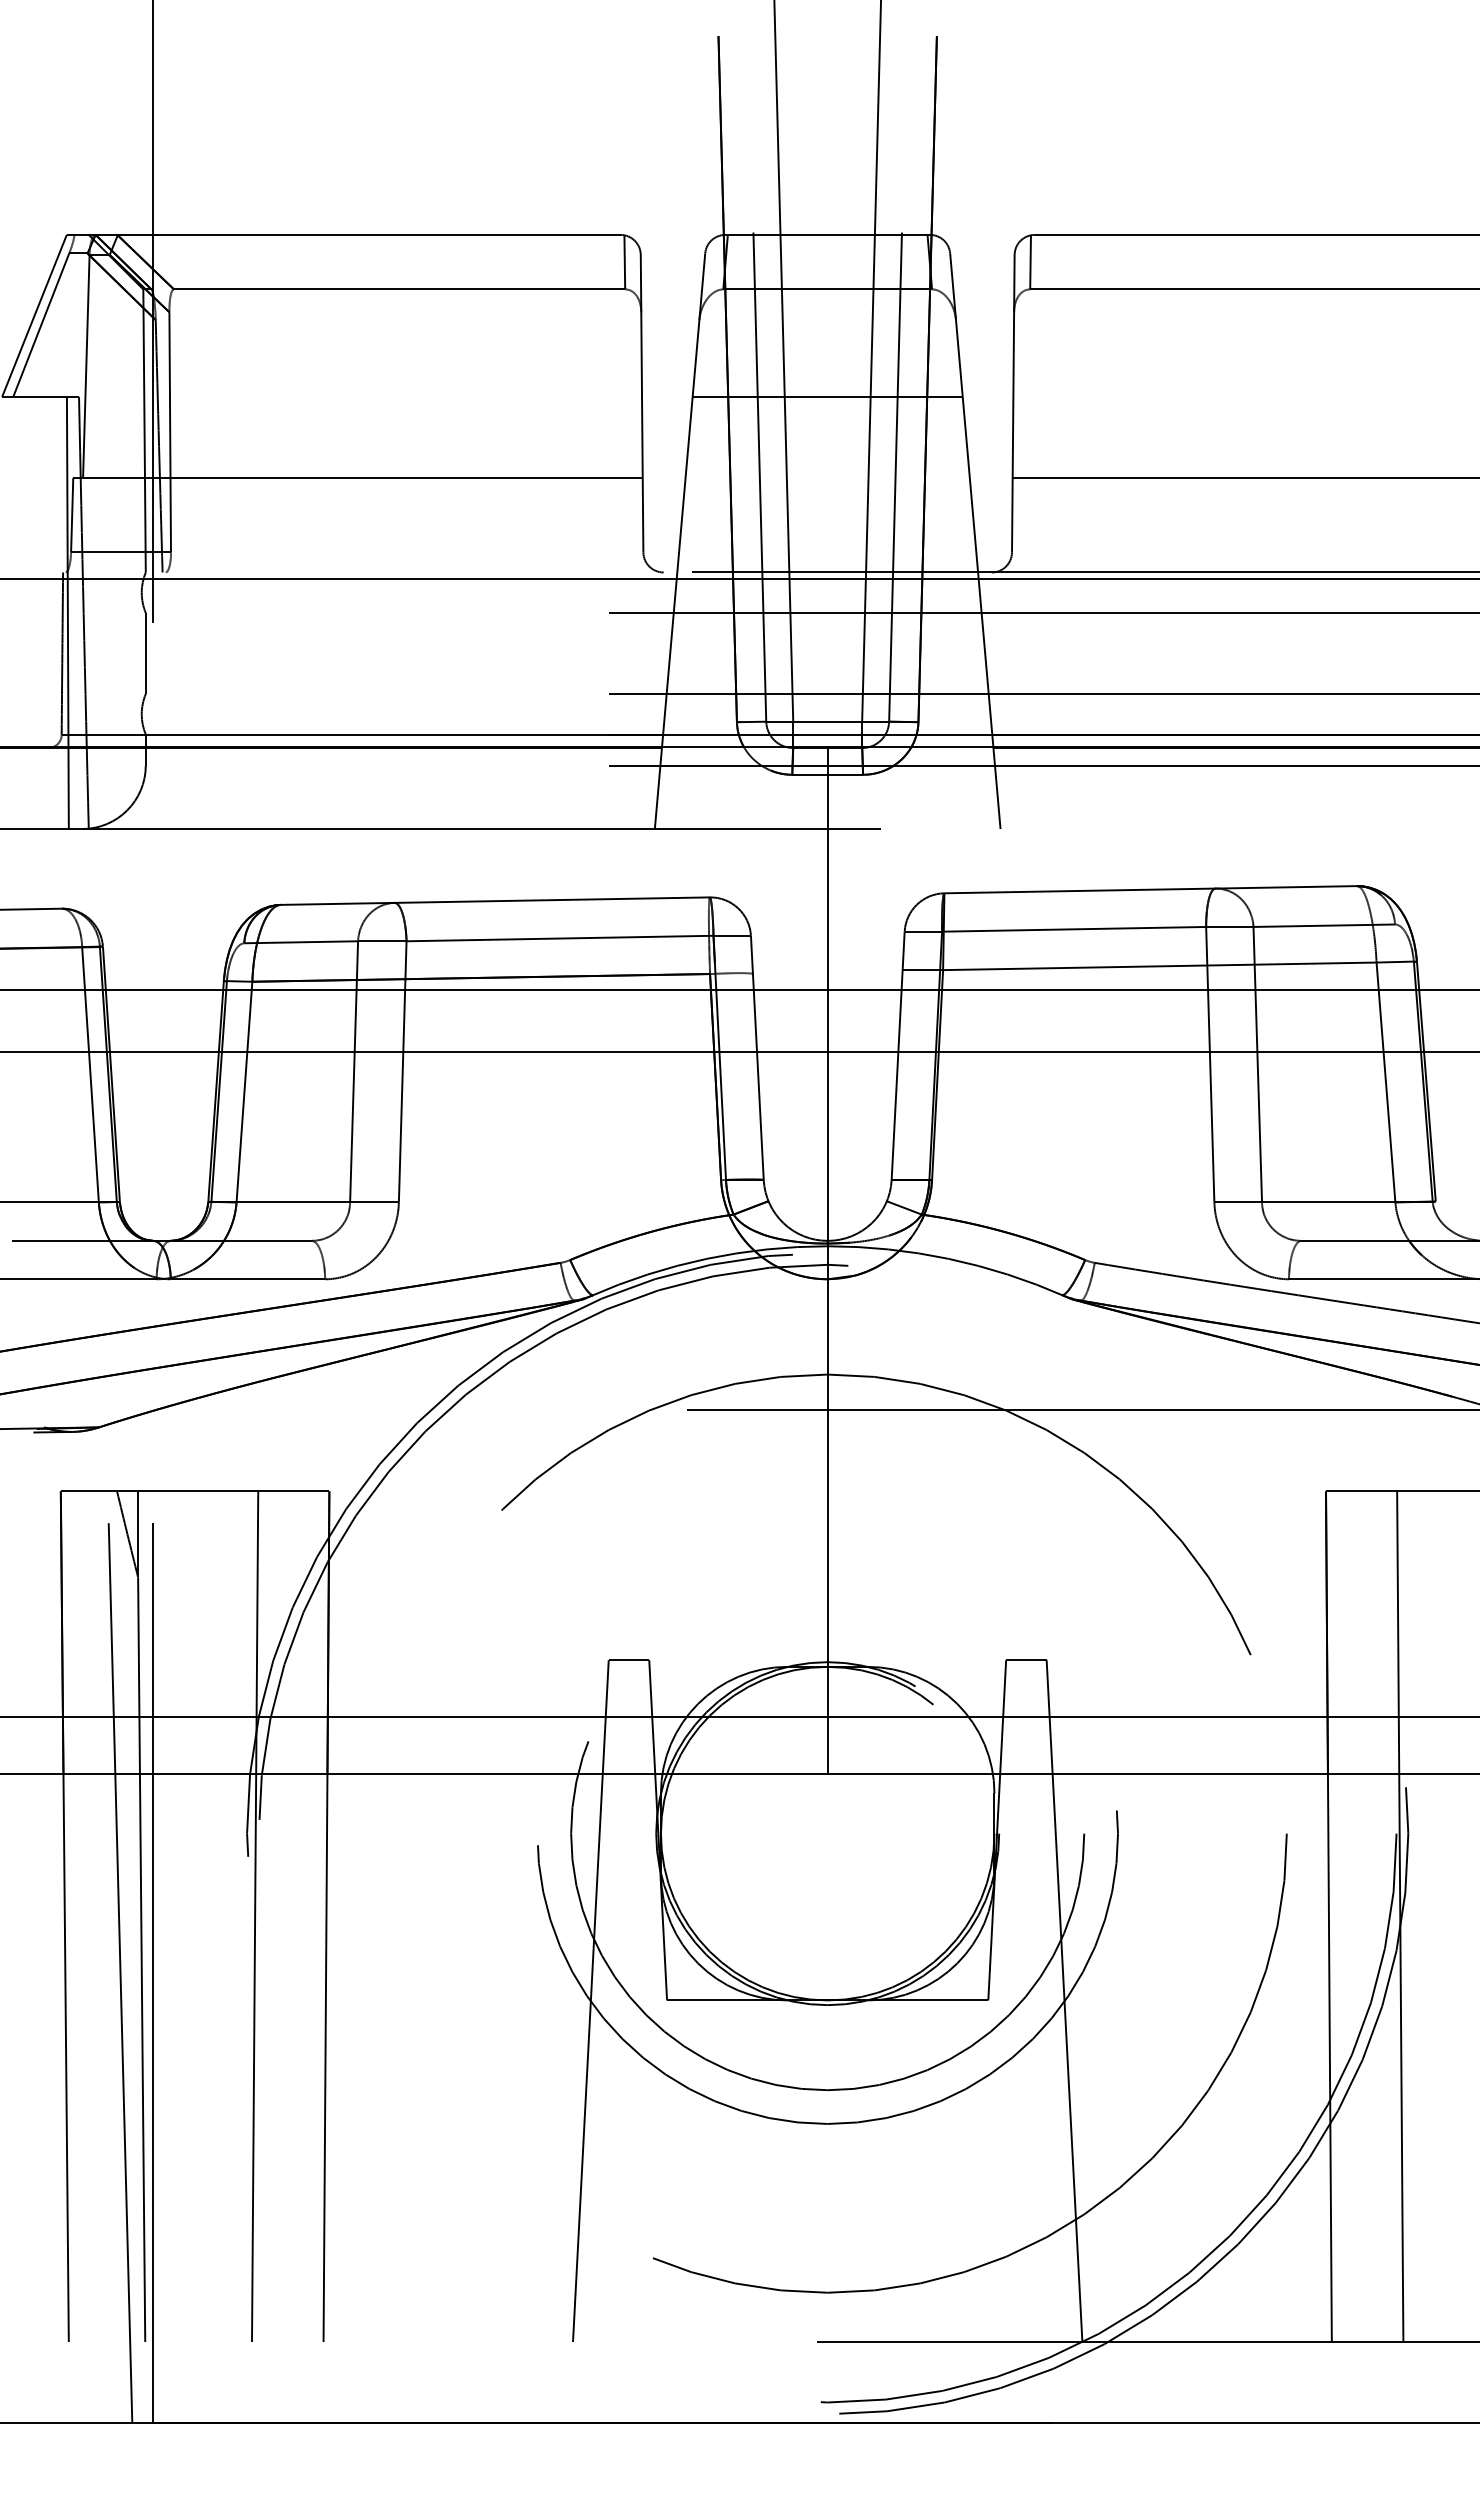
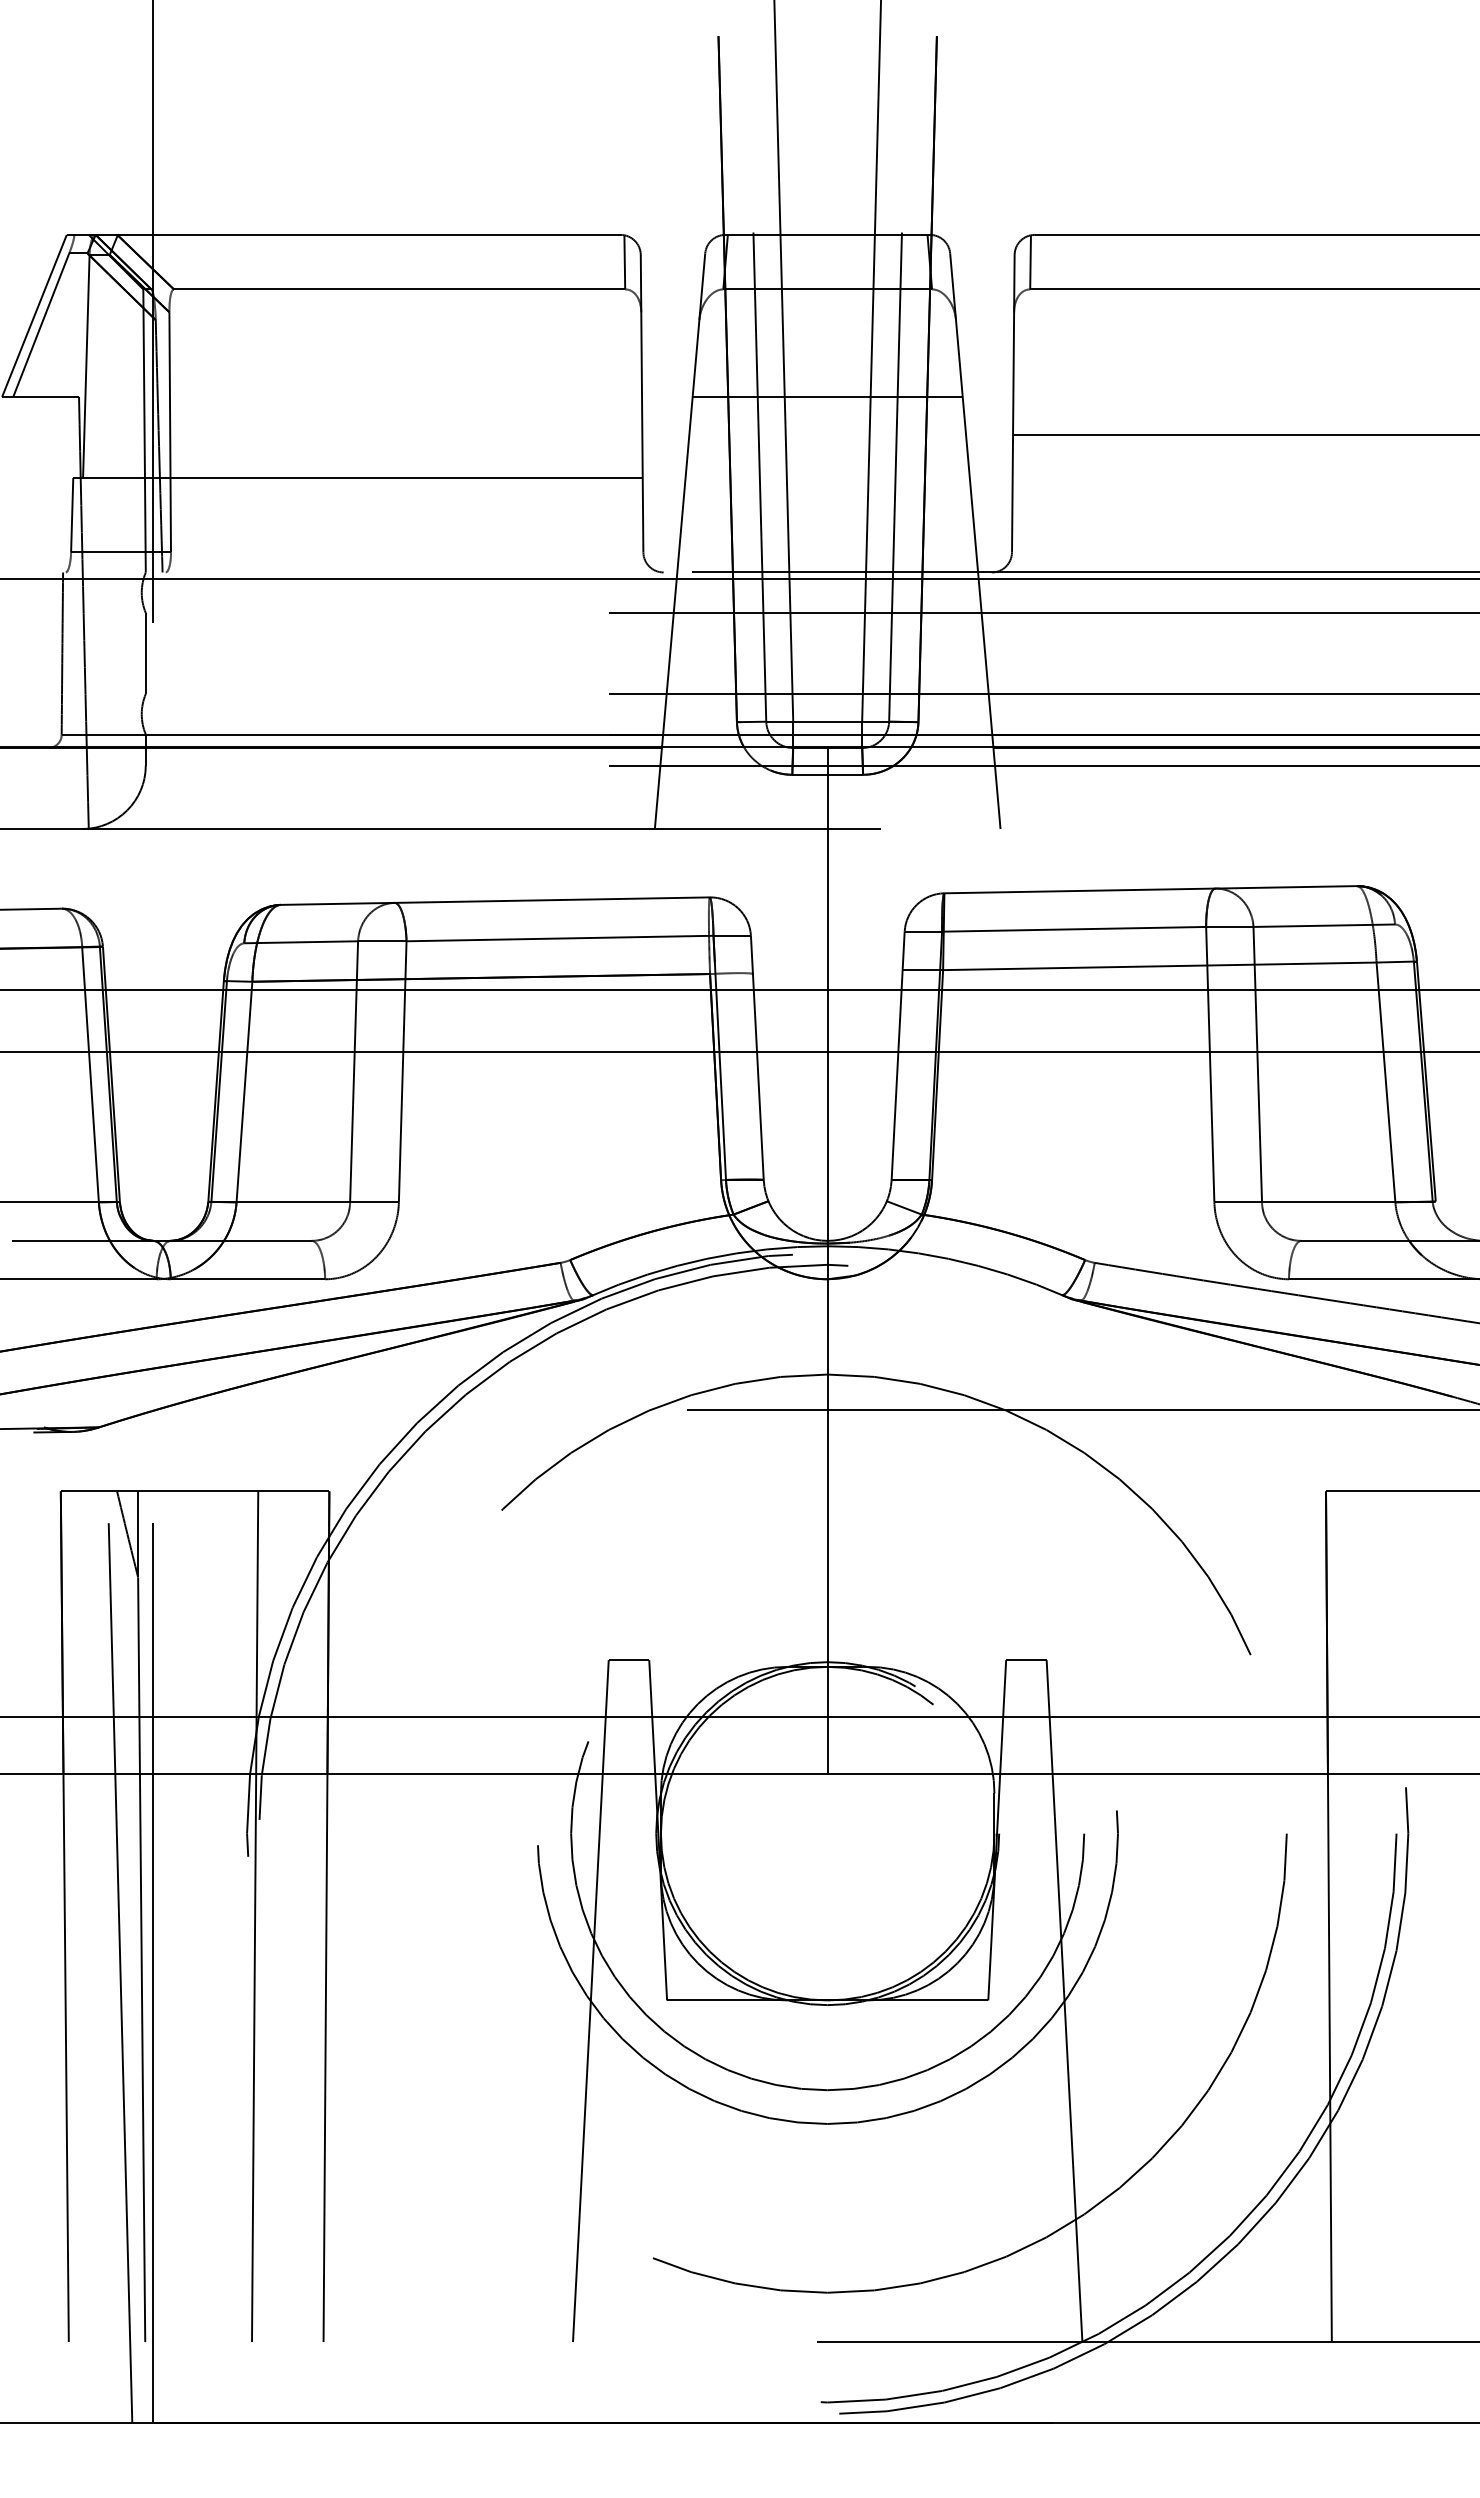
line at (1244, 477) position: (1244, 477) -> (1244, 434)
line at (67, 612): present -> none
line at (1400, 1916): present -> none
